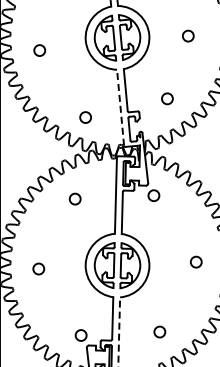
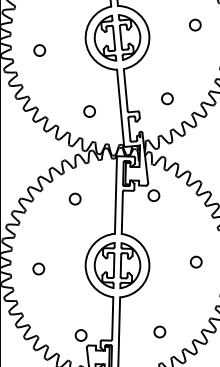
circle at (188, 35) position: (188, 35) -> (195, 24)
line at (120, 107): dashed -> solid
circle at (85, 117) position: (85, 117) -> (89, 111)
line at (119, 332): dashed -> solid
